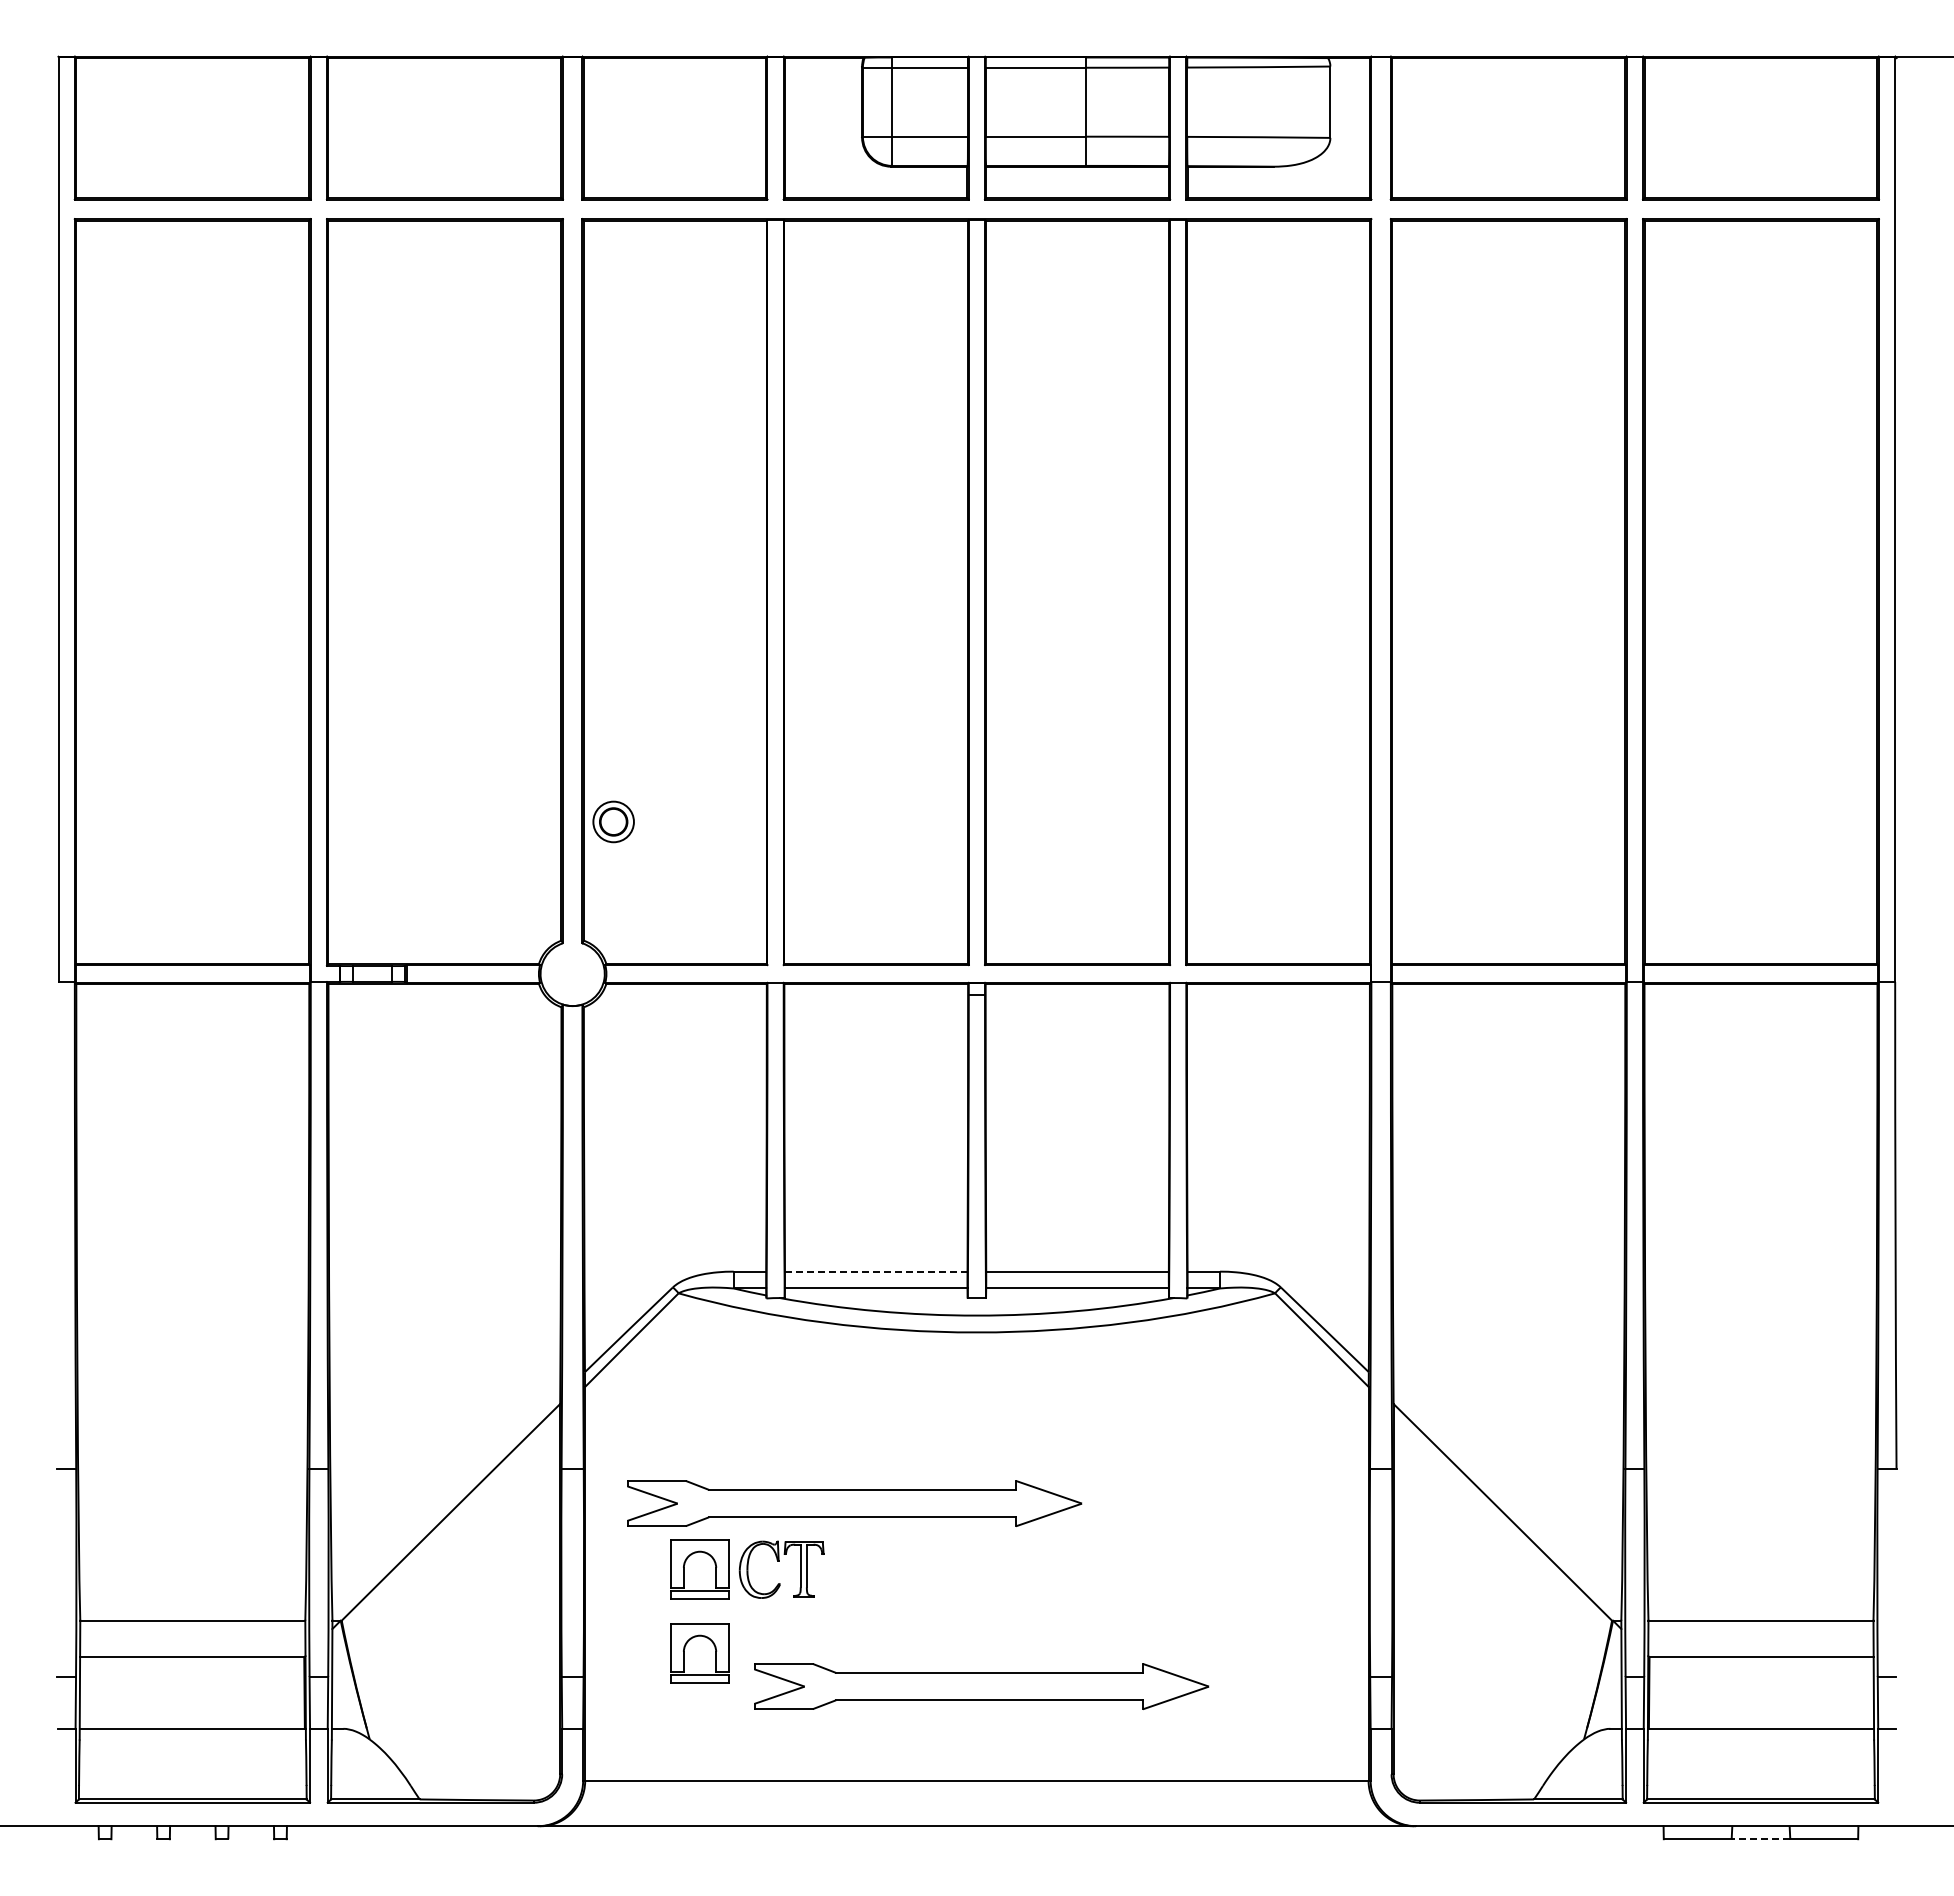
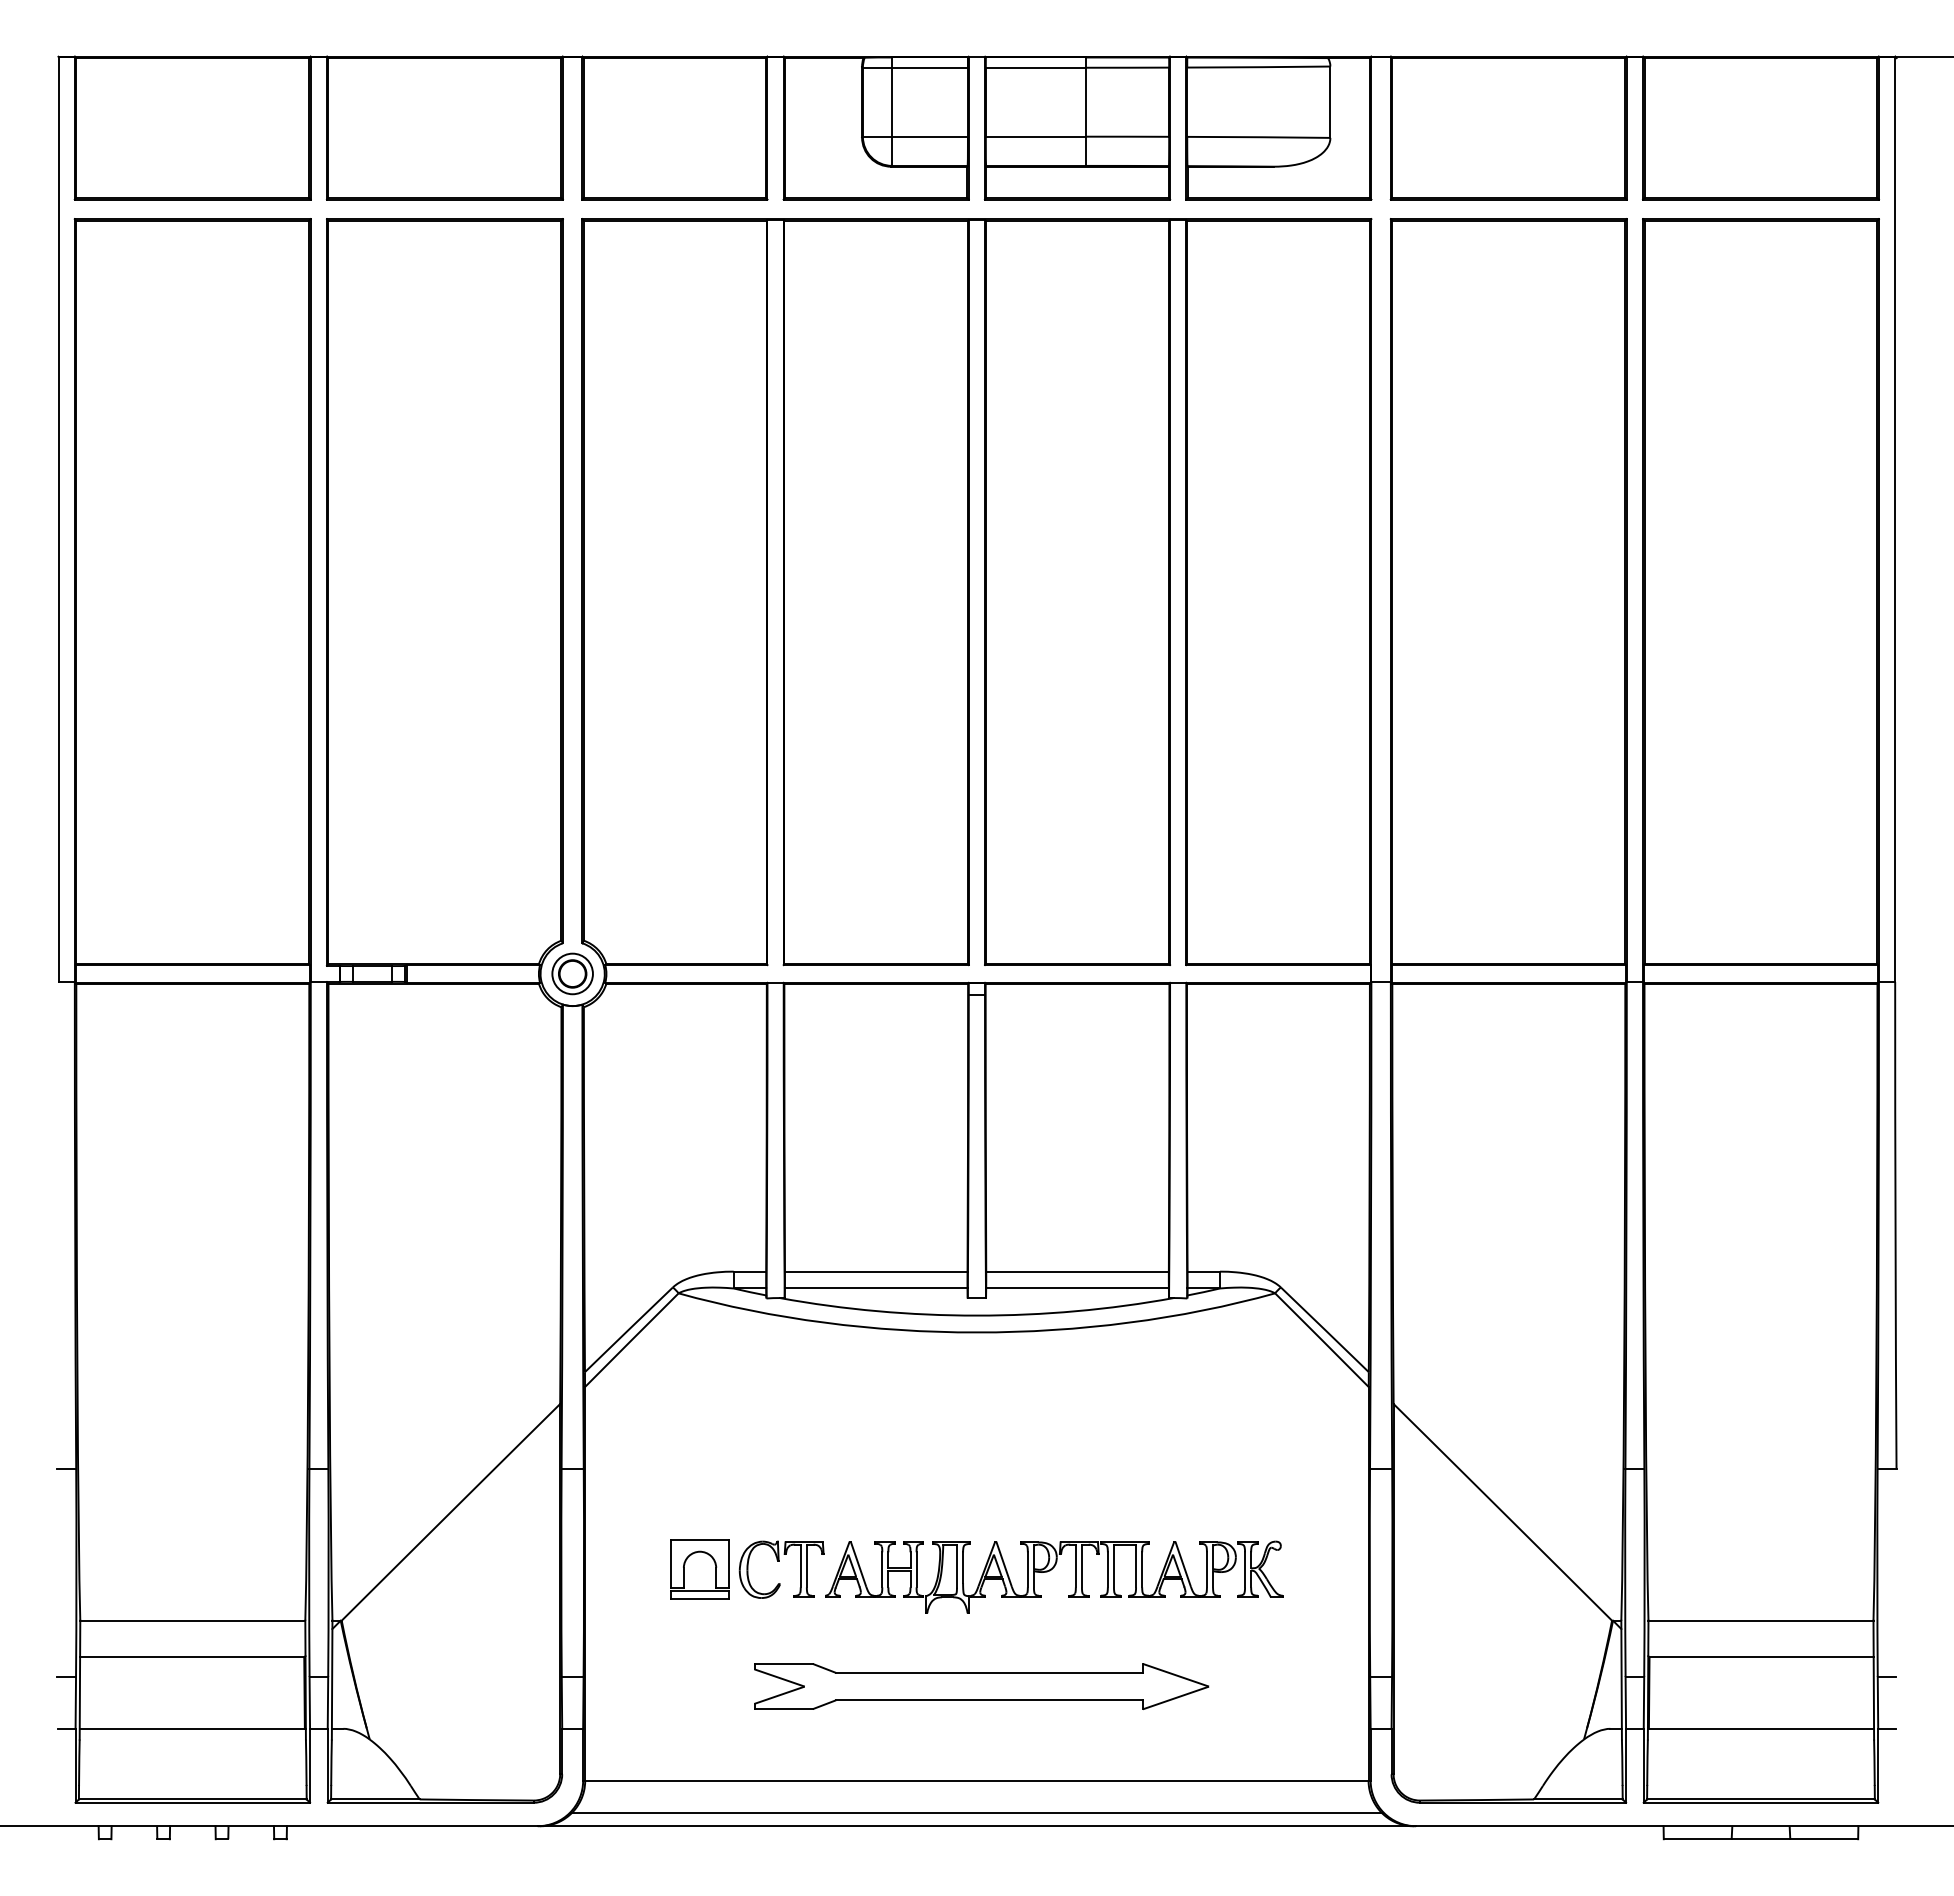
part at (613, 821) position: (613, 821) -> (572, 973)
line at (876, 1271): dashed -> solid
part at (854, 1503): present -> none
part at (1051, 1570): none -> present
part at (685, 1648): present -> none
line at (977, 1813): none -> present
line at (1760, 1839): dashed -> solid
